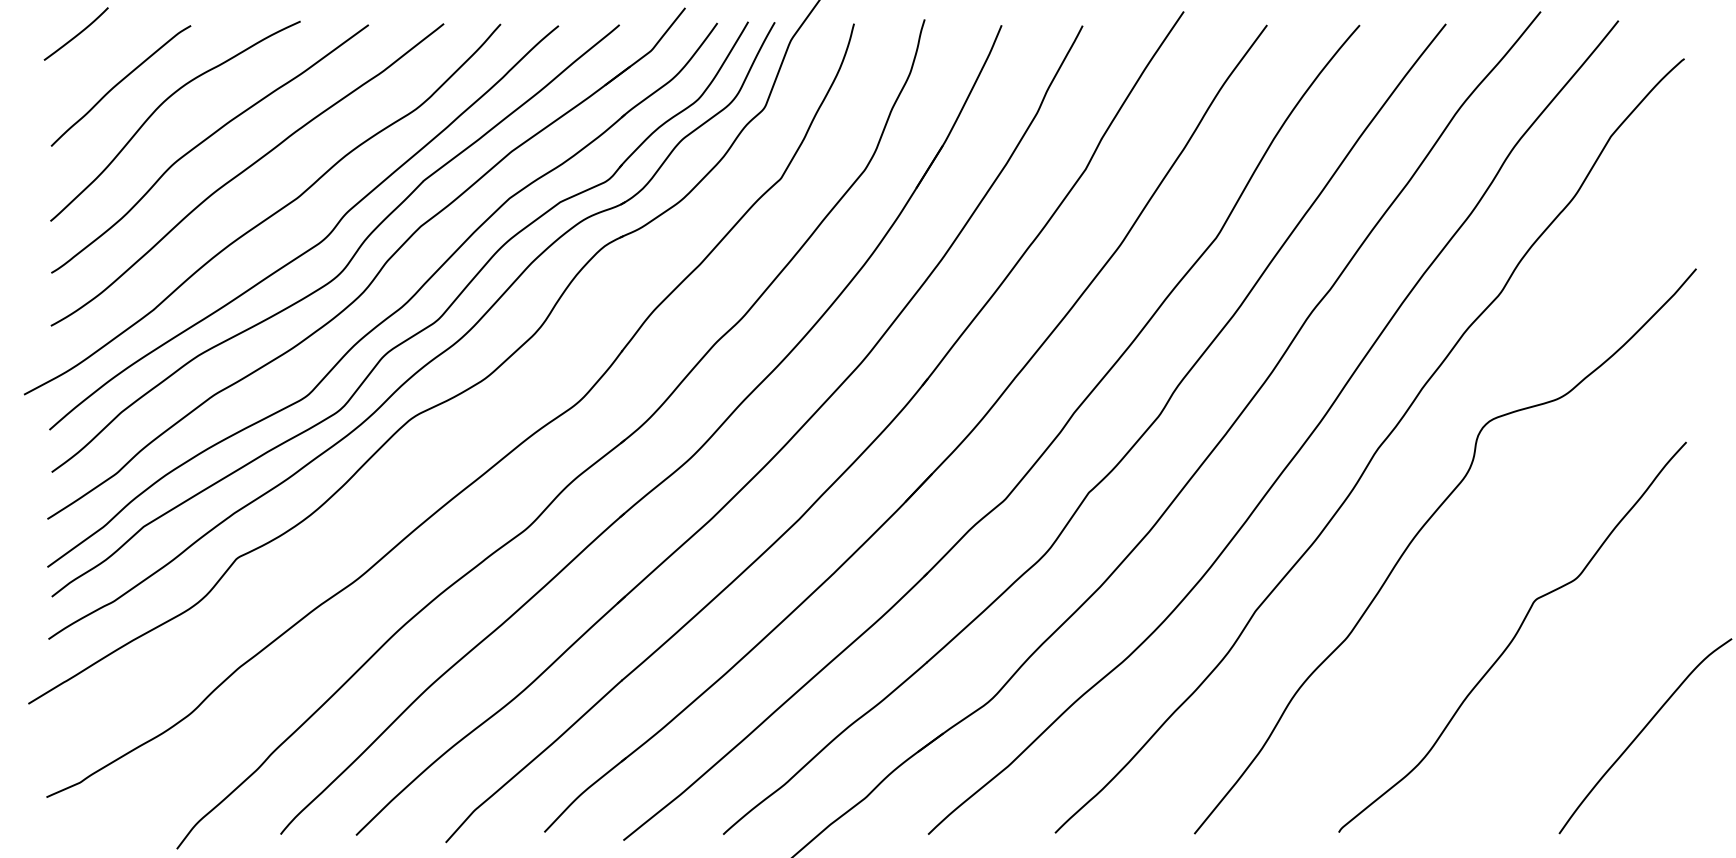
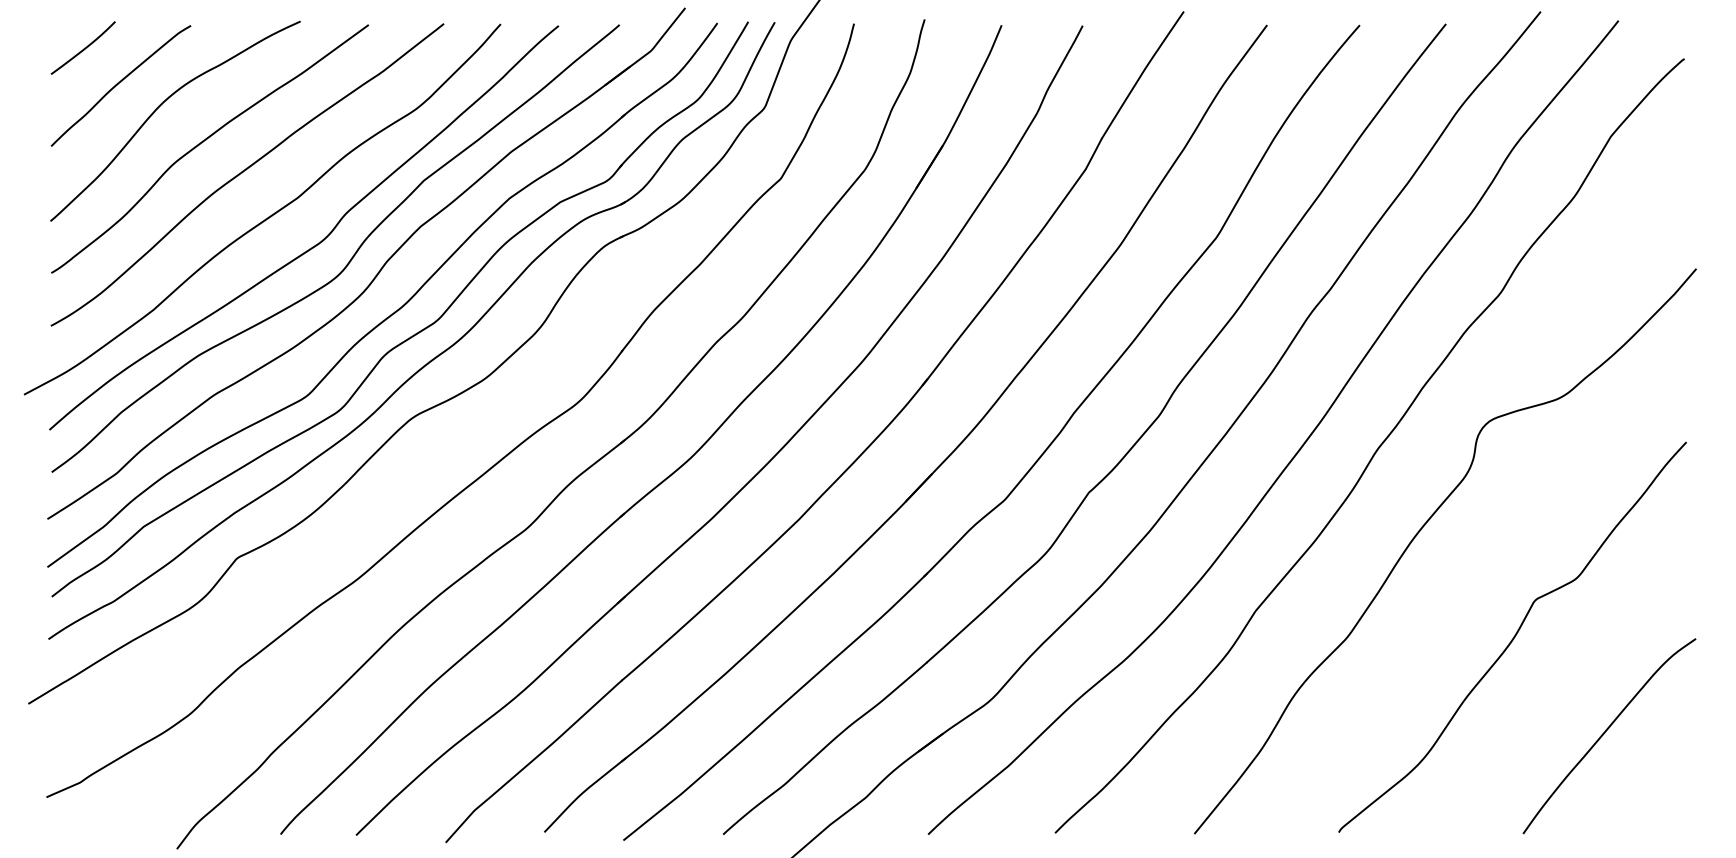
curve at (76, 34) position: (76, 34) -> (83, 48)
curve at (1641, 733) position: (1641, 733) -> (1605, 733)
